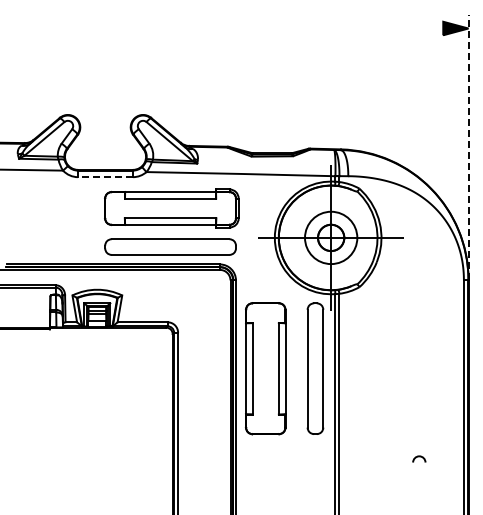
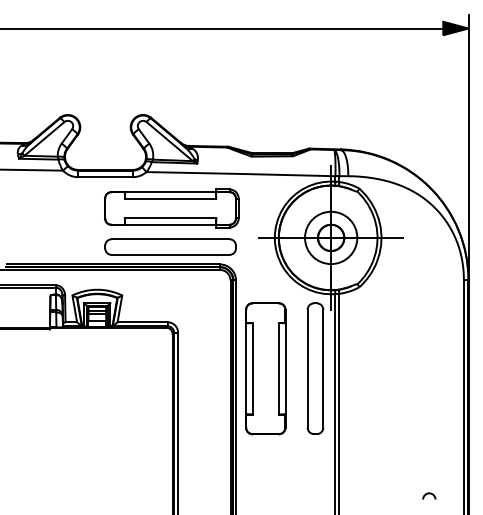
line at (222, 28): none -> present
line at (468, 147): dashed -> solid
line at (105, 177): dashed -> solid
arc at (419, 457) position: (419, 457) -> (429, 494)
